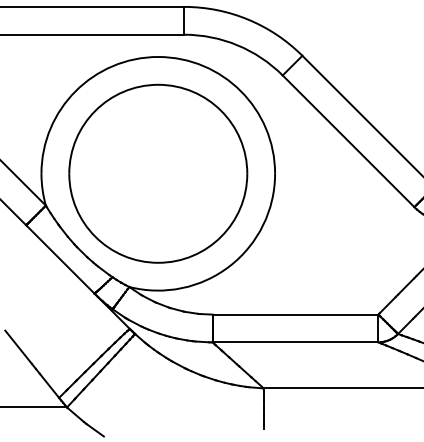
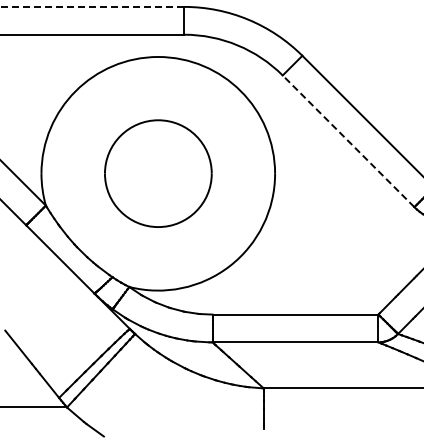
line at (92, 6): solid -> dashed
line at (348, 140): solid -> dashed
part at (158, 173) size: 181x181 px -> 109x109 px
